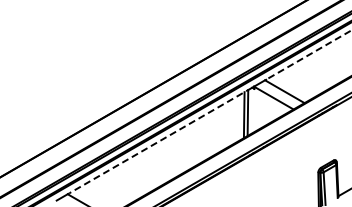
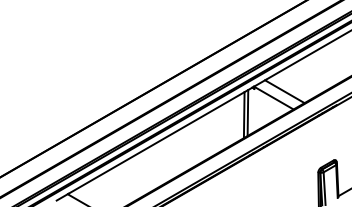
line at (309, 54): dashed -> solid
line at (160, 140): dashed -> solid
